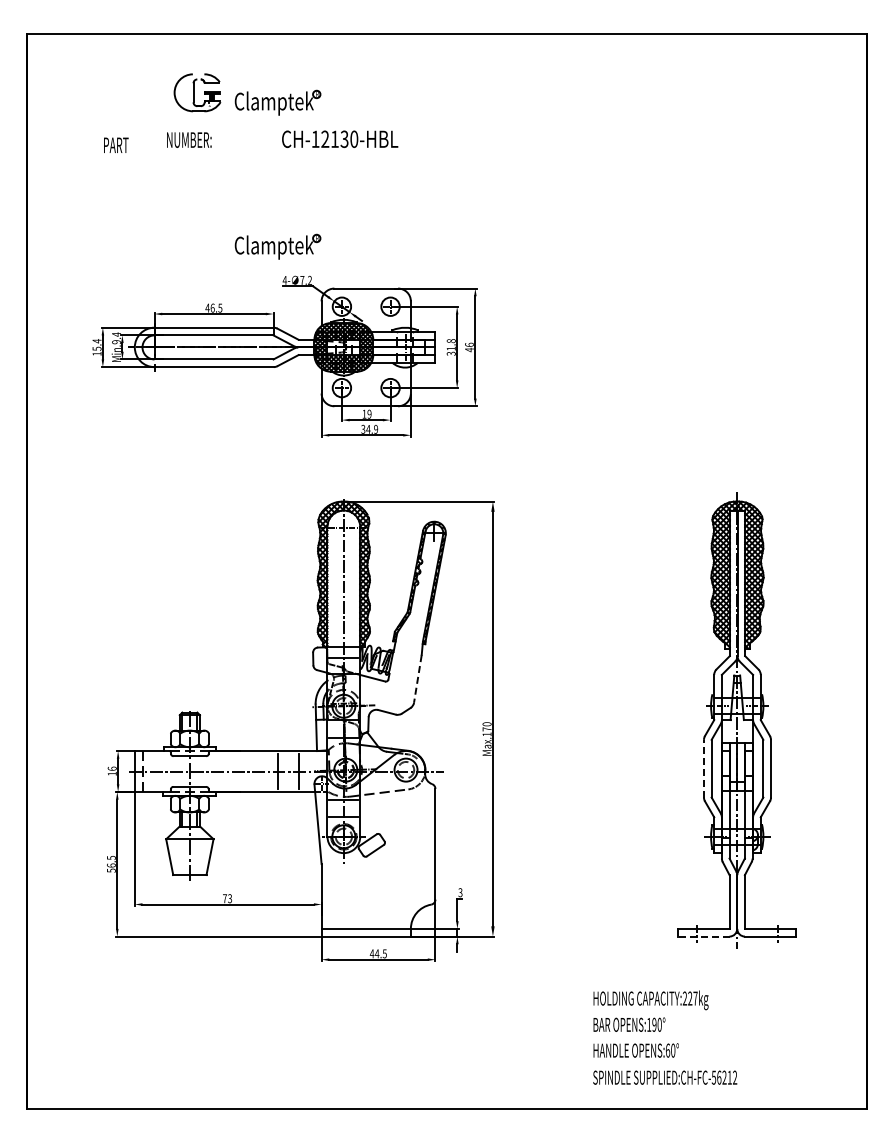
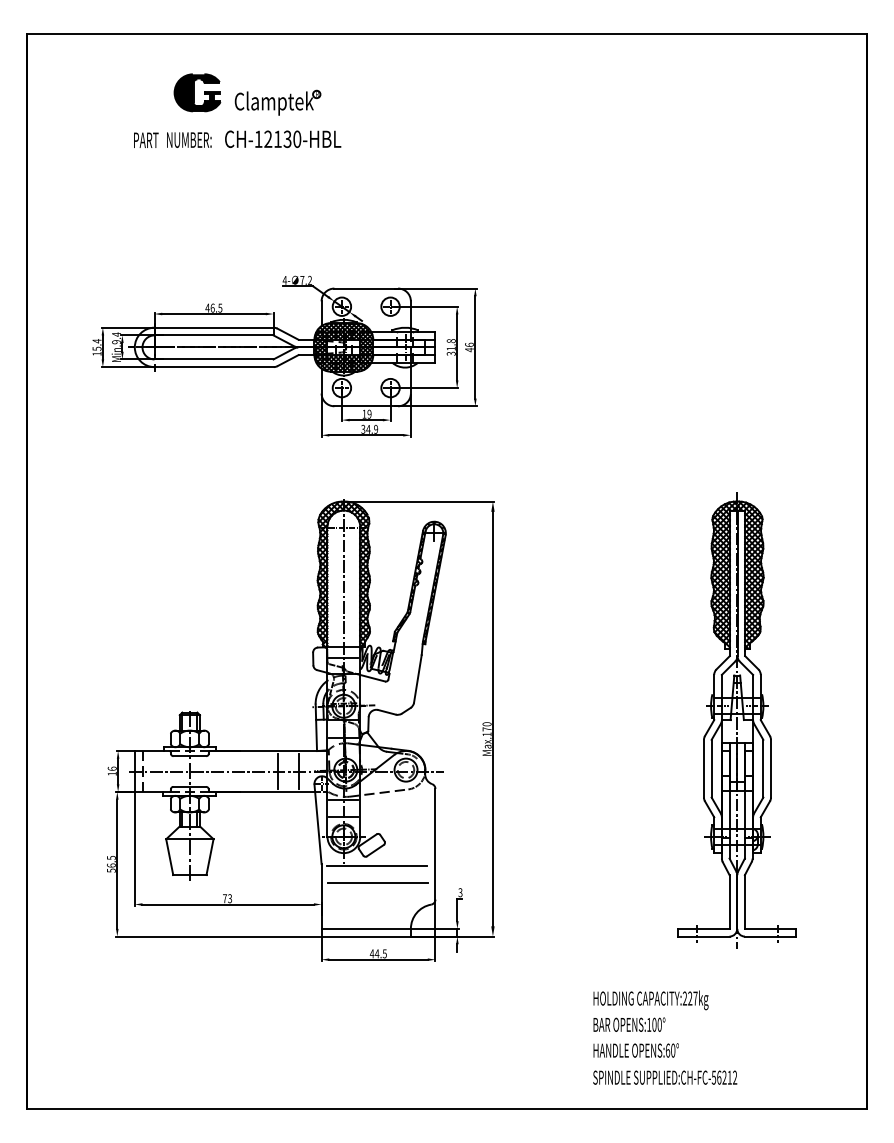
fill at (197, 92): none -> present
text at (340, 138) position: (340, 138) -> (283, 138)
text at (116, 144) position: (116, 144) -> (146, 139)
part at (277, 246): present -> none
line at (417, 679): dashed -> solid
line at (703, 768): dashed -> solid
line at (377, 866): none -> present
line at (377, 882): none -> present
line at (703, 936): dashed -> solid
text at (654, 1024): OPENS:190° -> OPENS:100°
